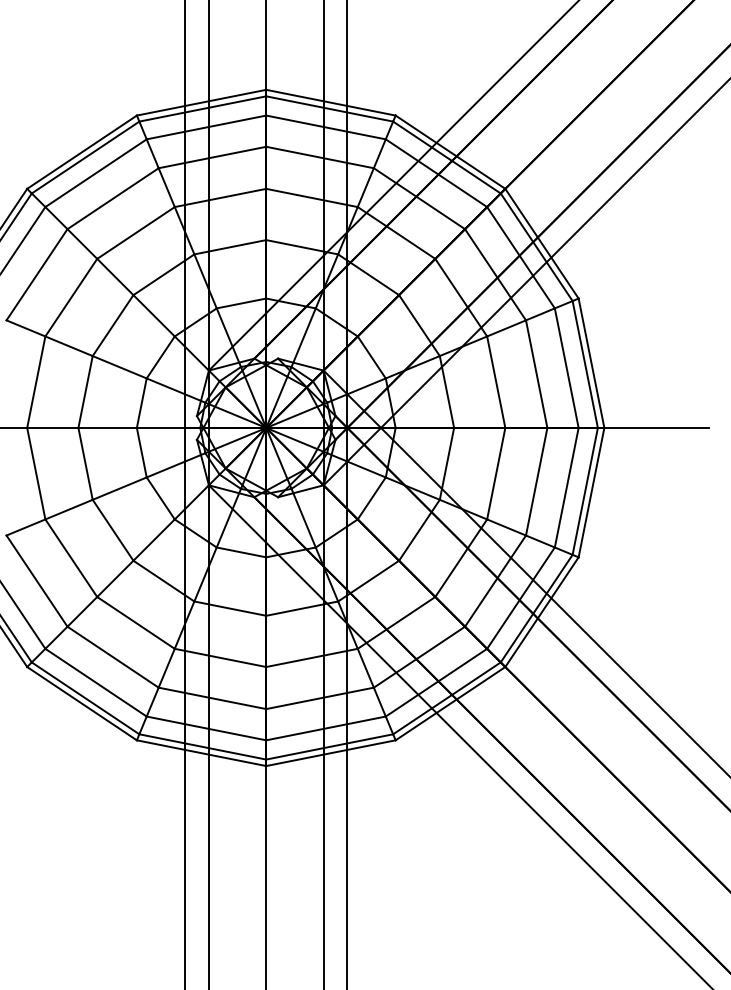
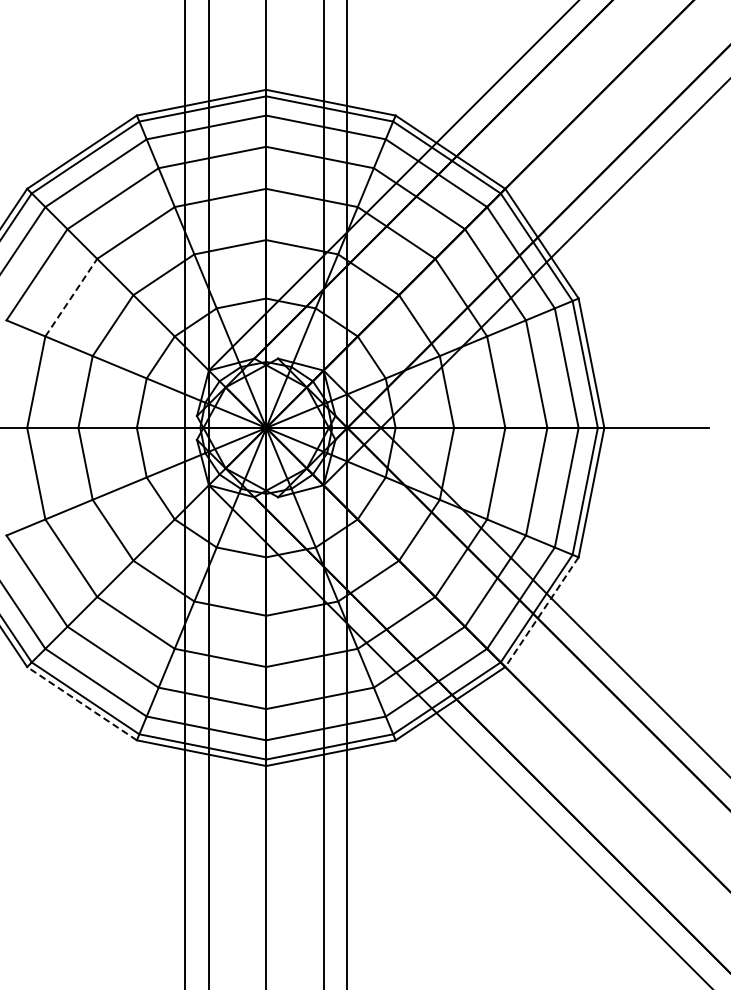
line at (71, 297): solid -> dashed
line at (541, 612): solid -> dashed
line at (82, 703): solid -> dashed
